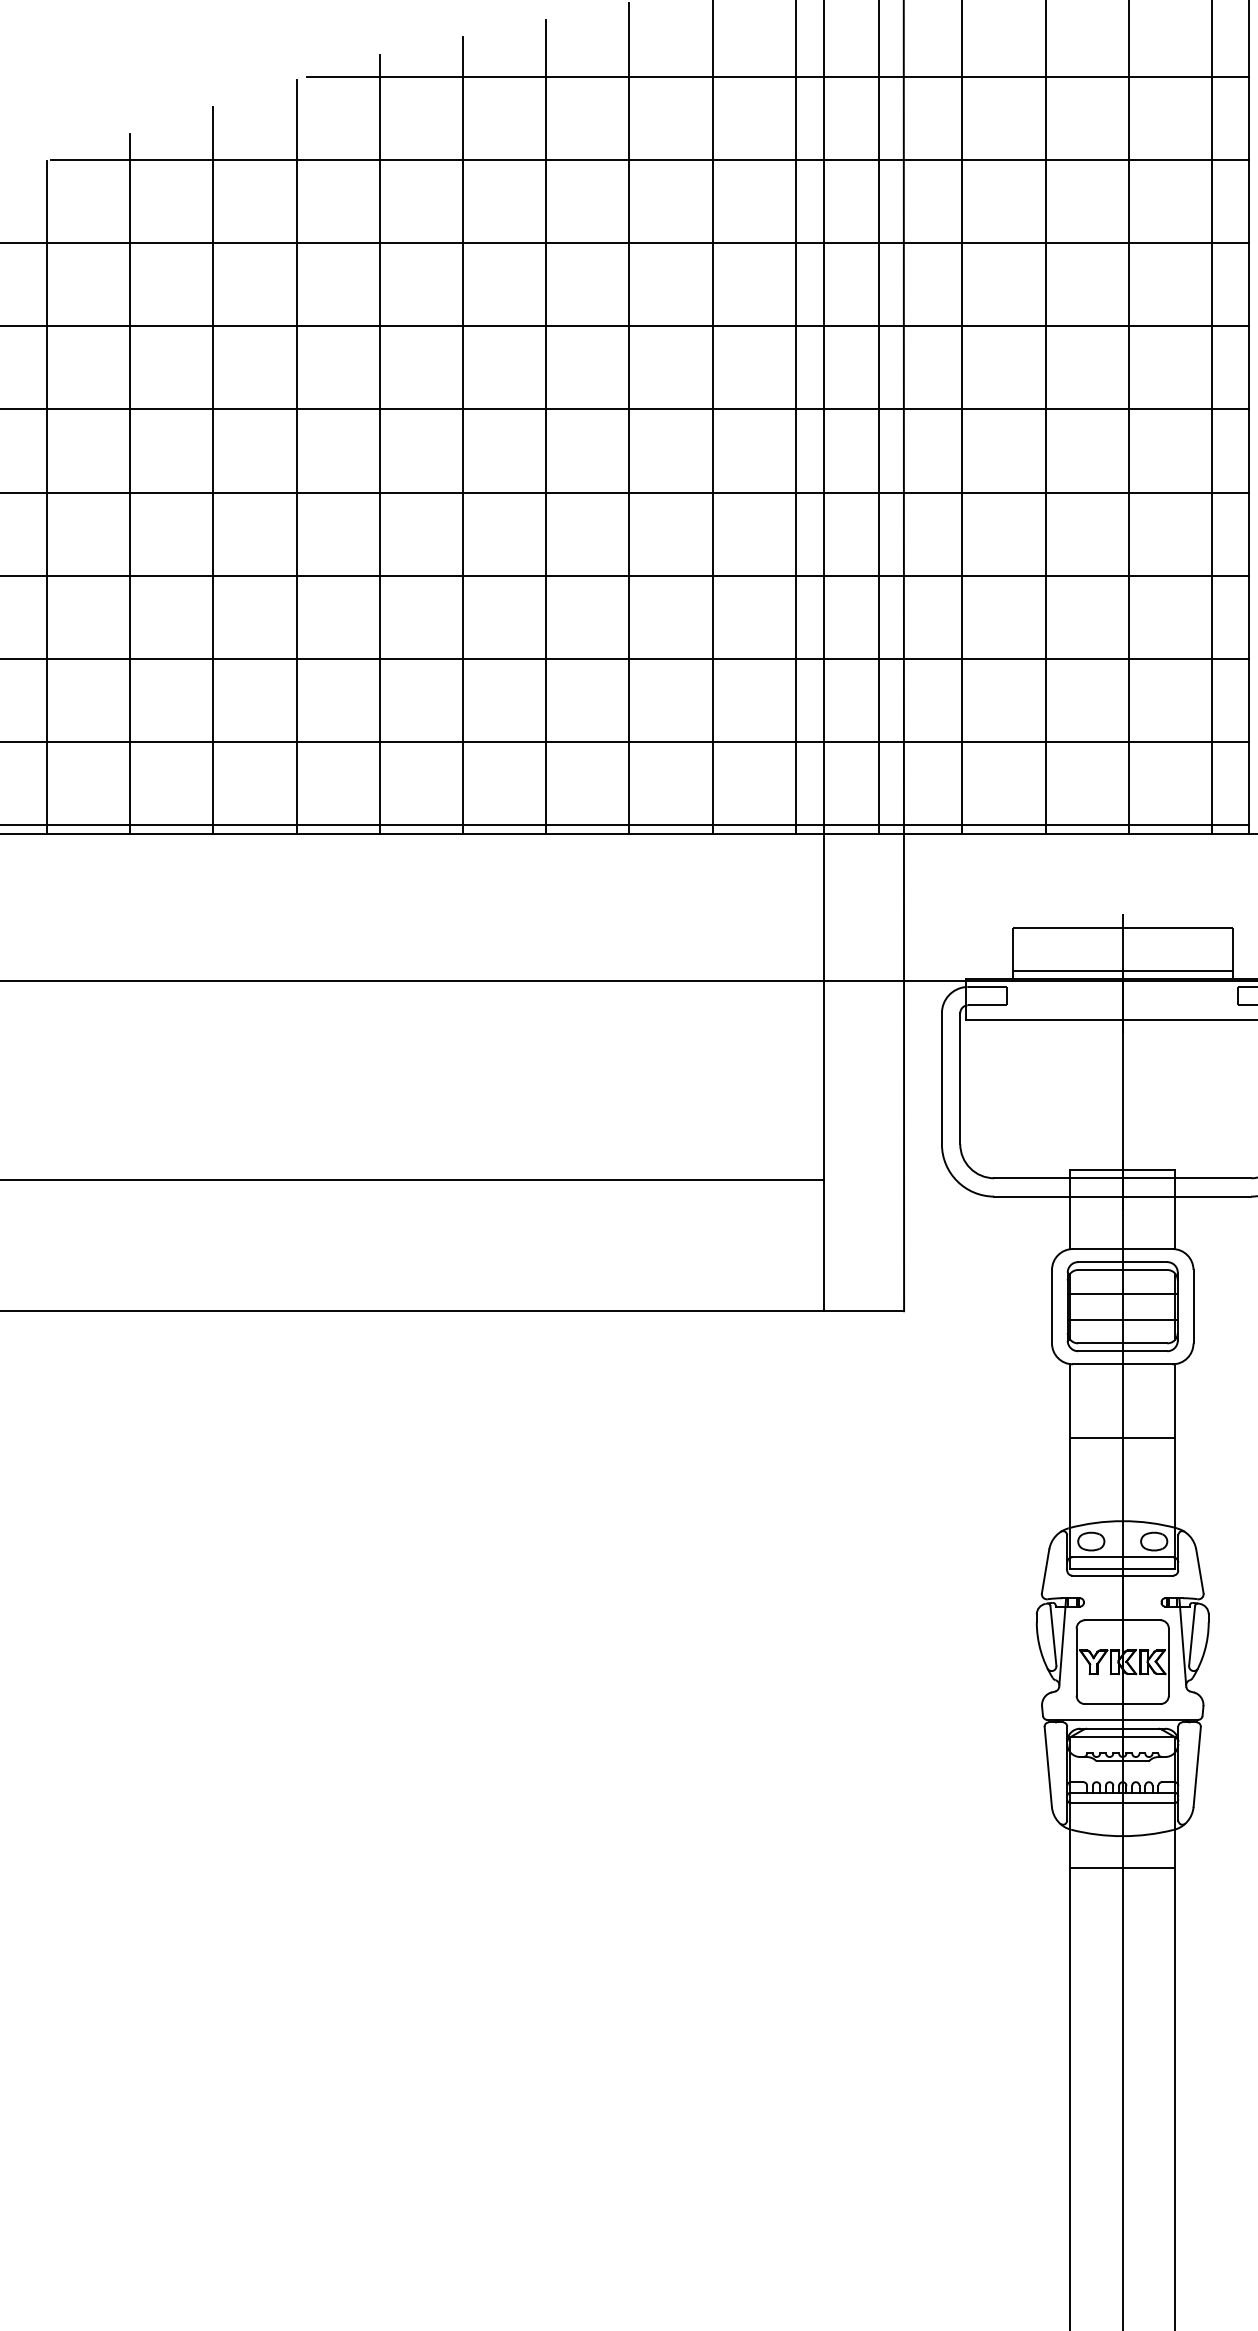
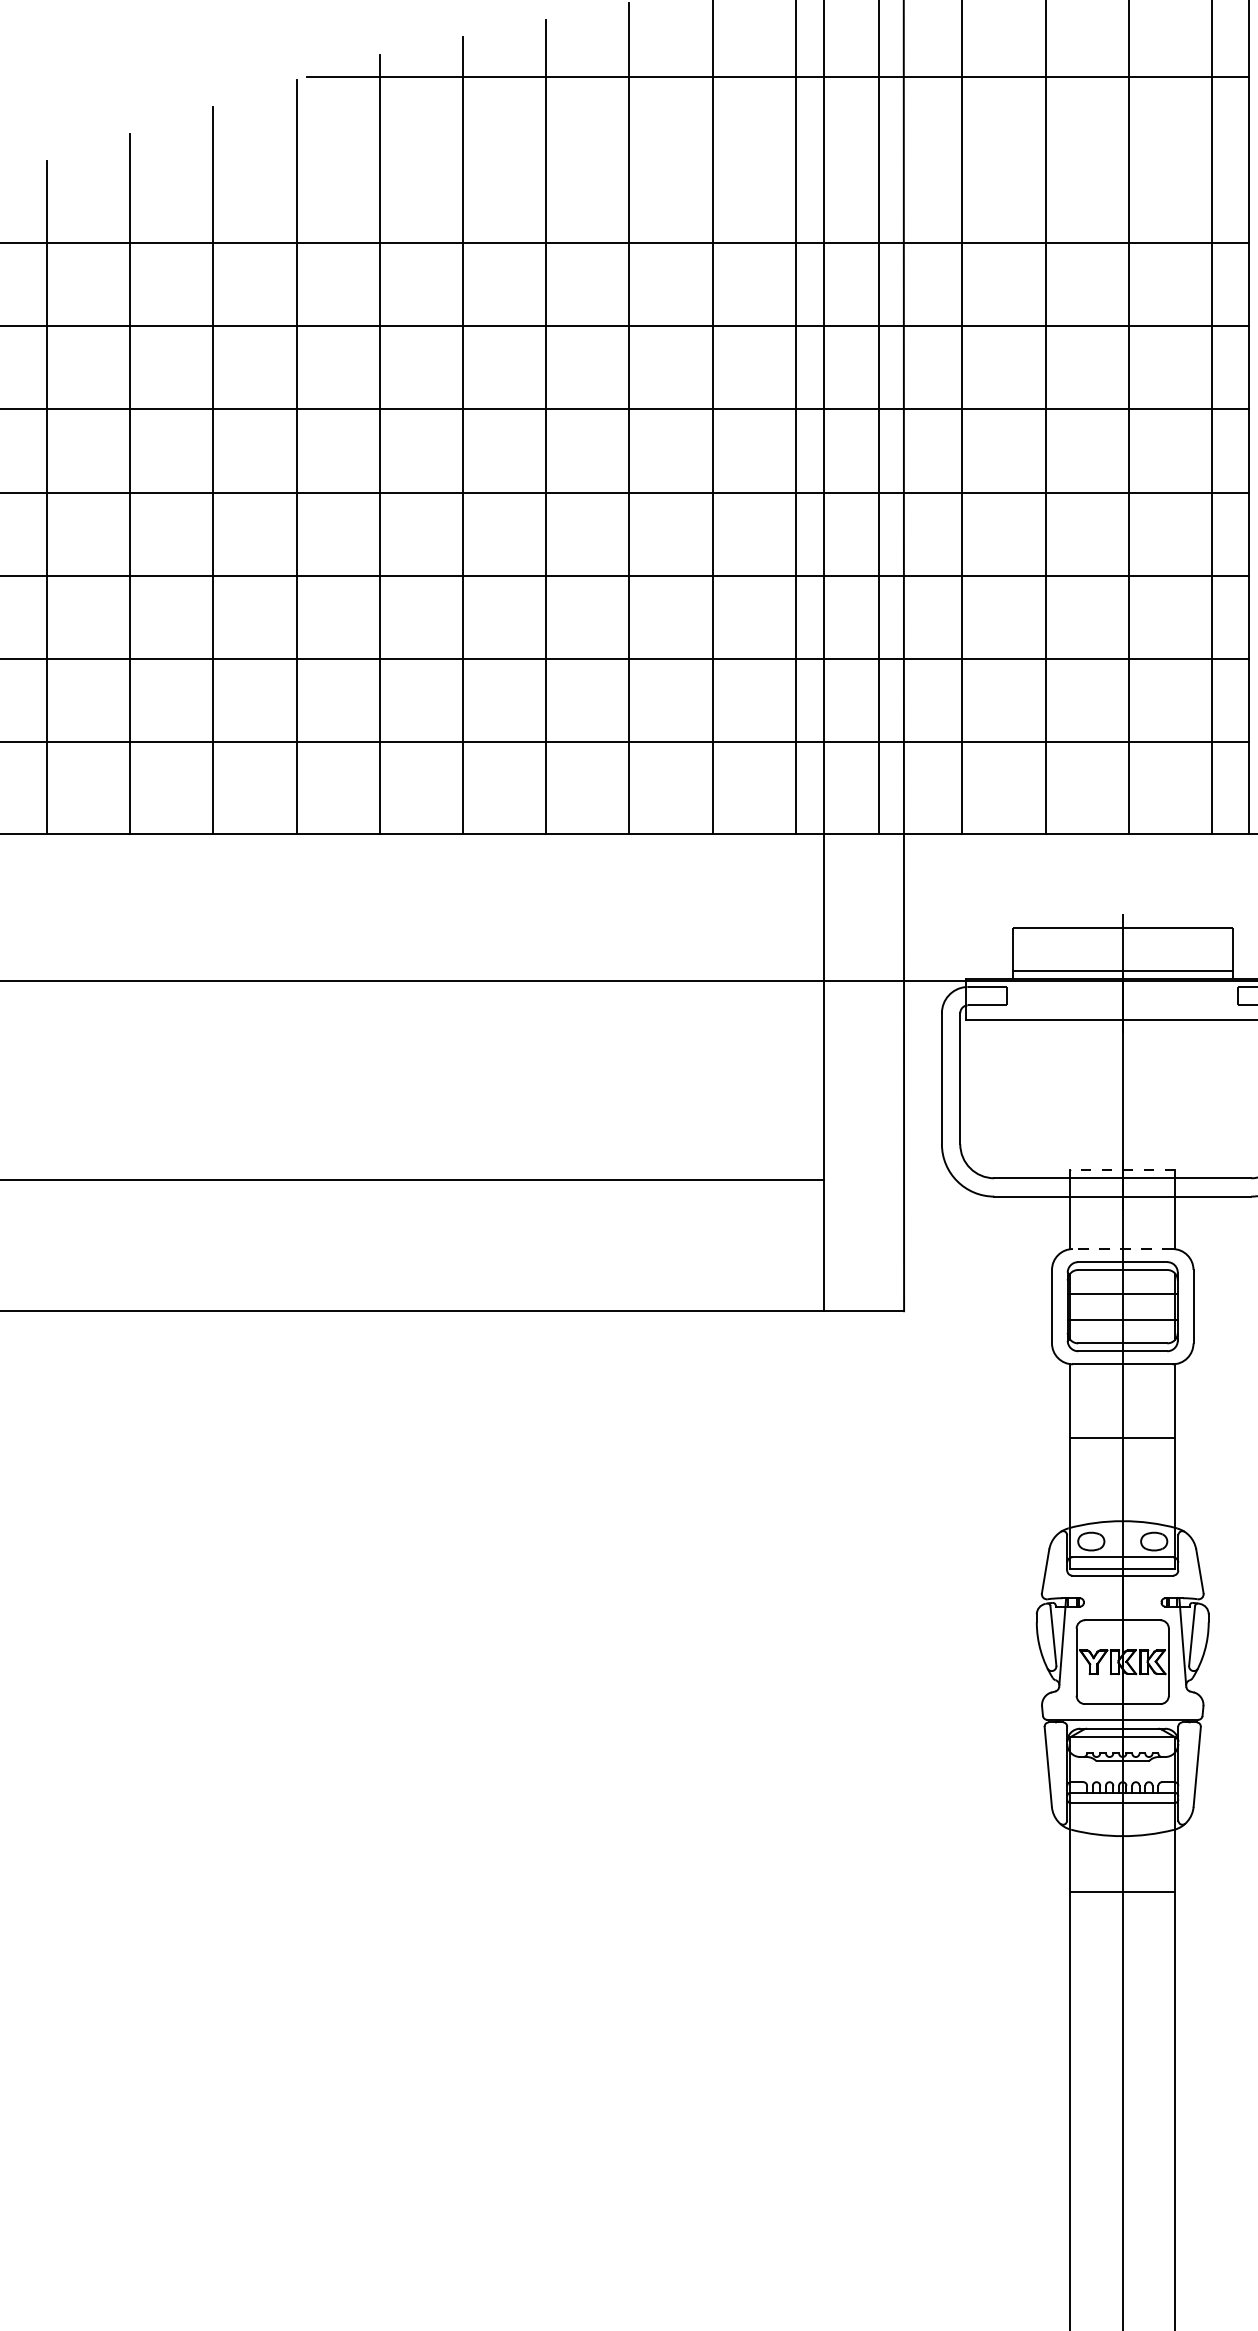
line at (649, 159): present -> none
line at (625, 825): present -> none
line at (1122, 1170): solid -> dashed
line at (1122, 1249): solid -> dashed
line at (1122, 1867) position: (1122, 1867) -> (1122, 1891)
